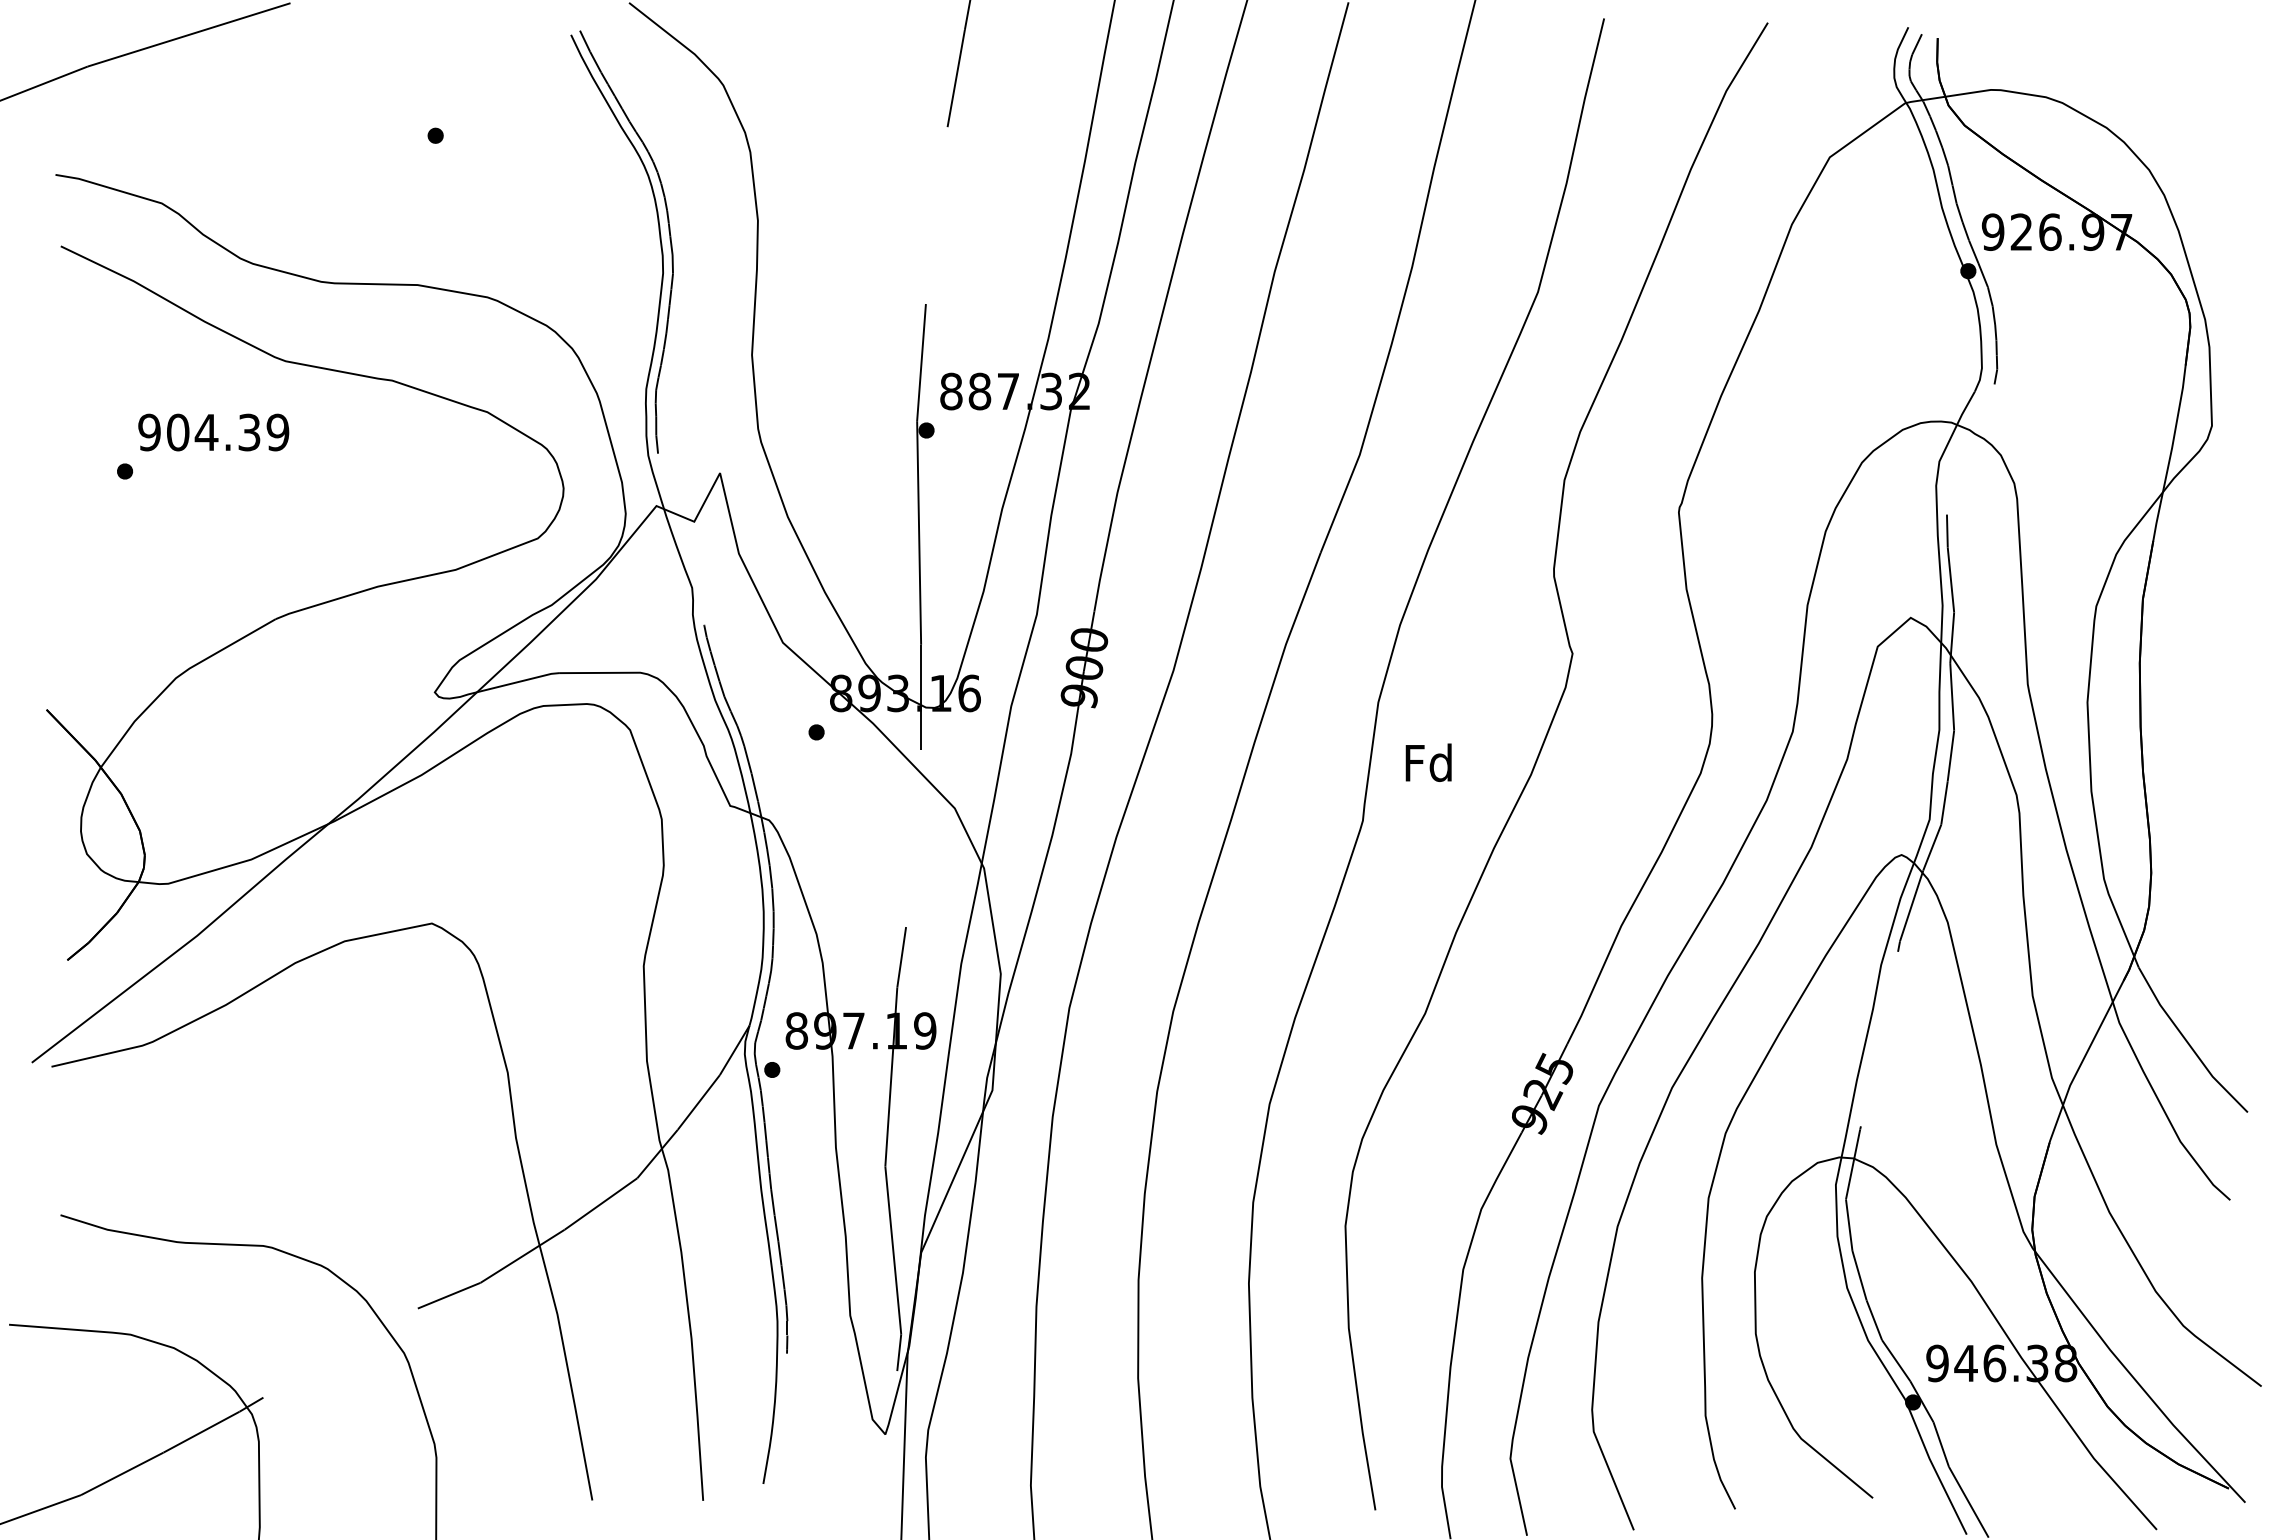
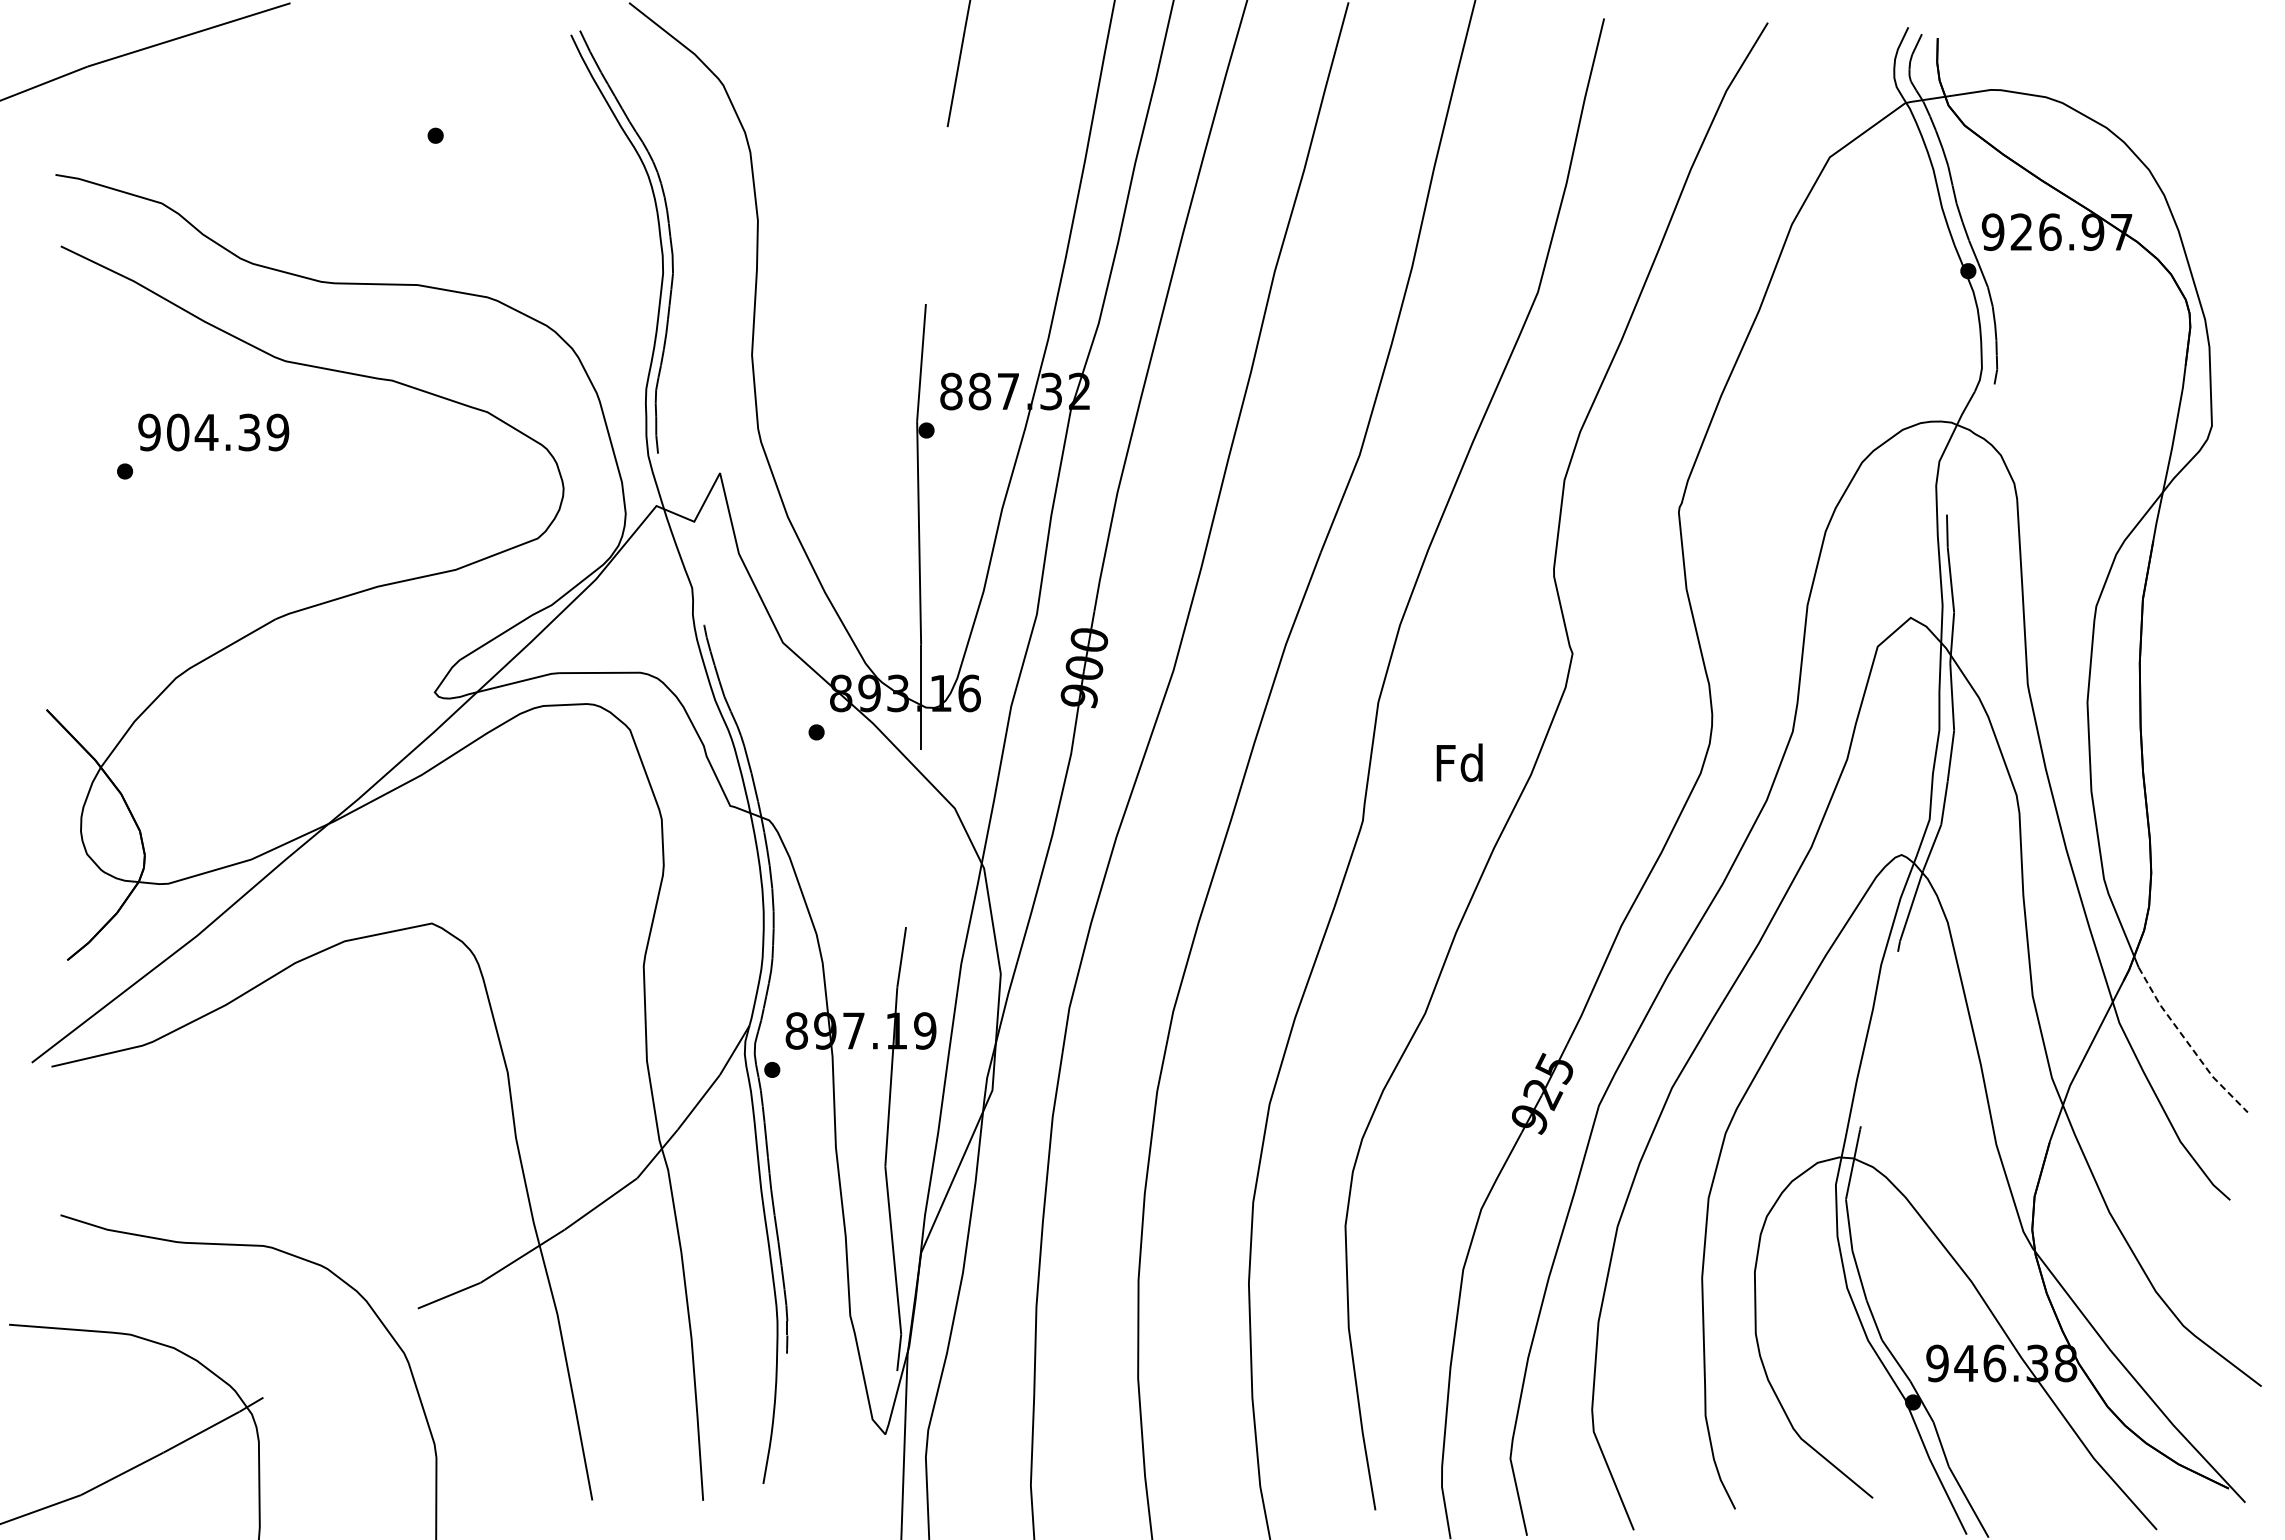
text at (1428, 762) position: (1428, 762) -> (1459, 762)
line at (2188, 1043): solid -> dashed
